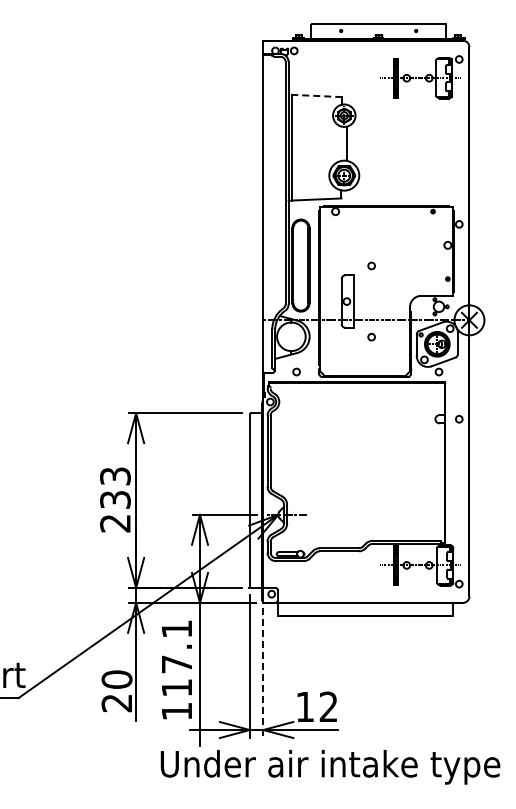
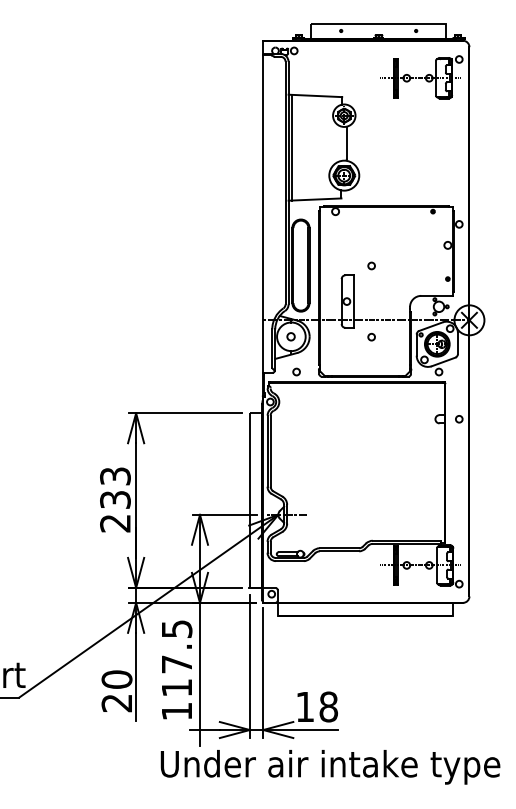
line at (315, 95): dashed -> solid
circle at (290, 336): none -> present
text at (177, 628): 117.1 -> 117.5
line at (263, 672): dashed -> solid
text at (328, 706): 12 -> 18
